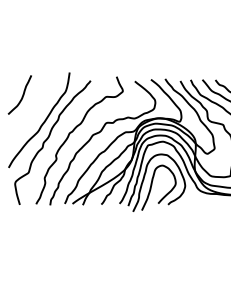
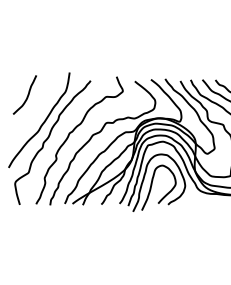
curve at (21, 96) position: (21, 96) -> (26, 96)
